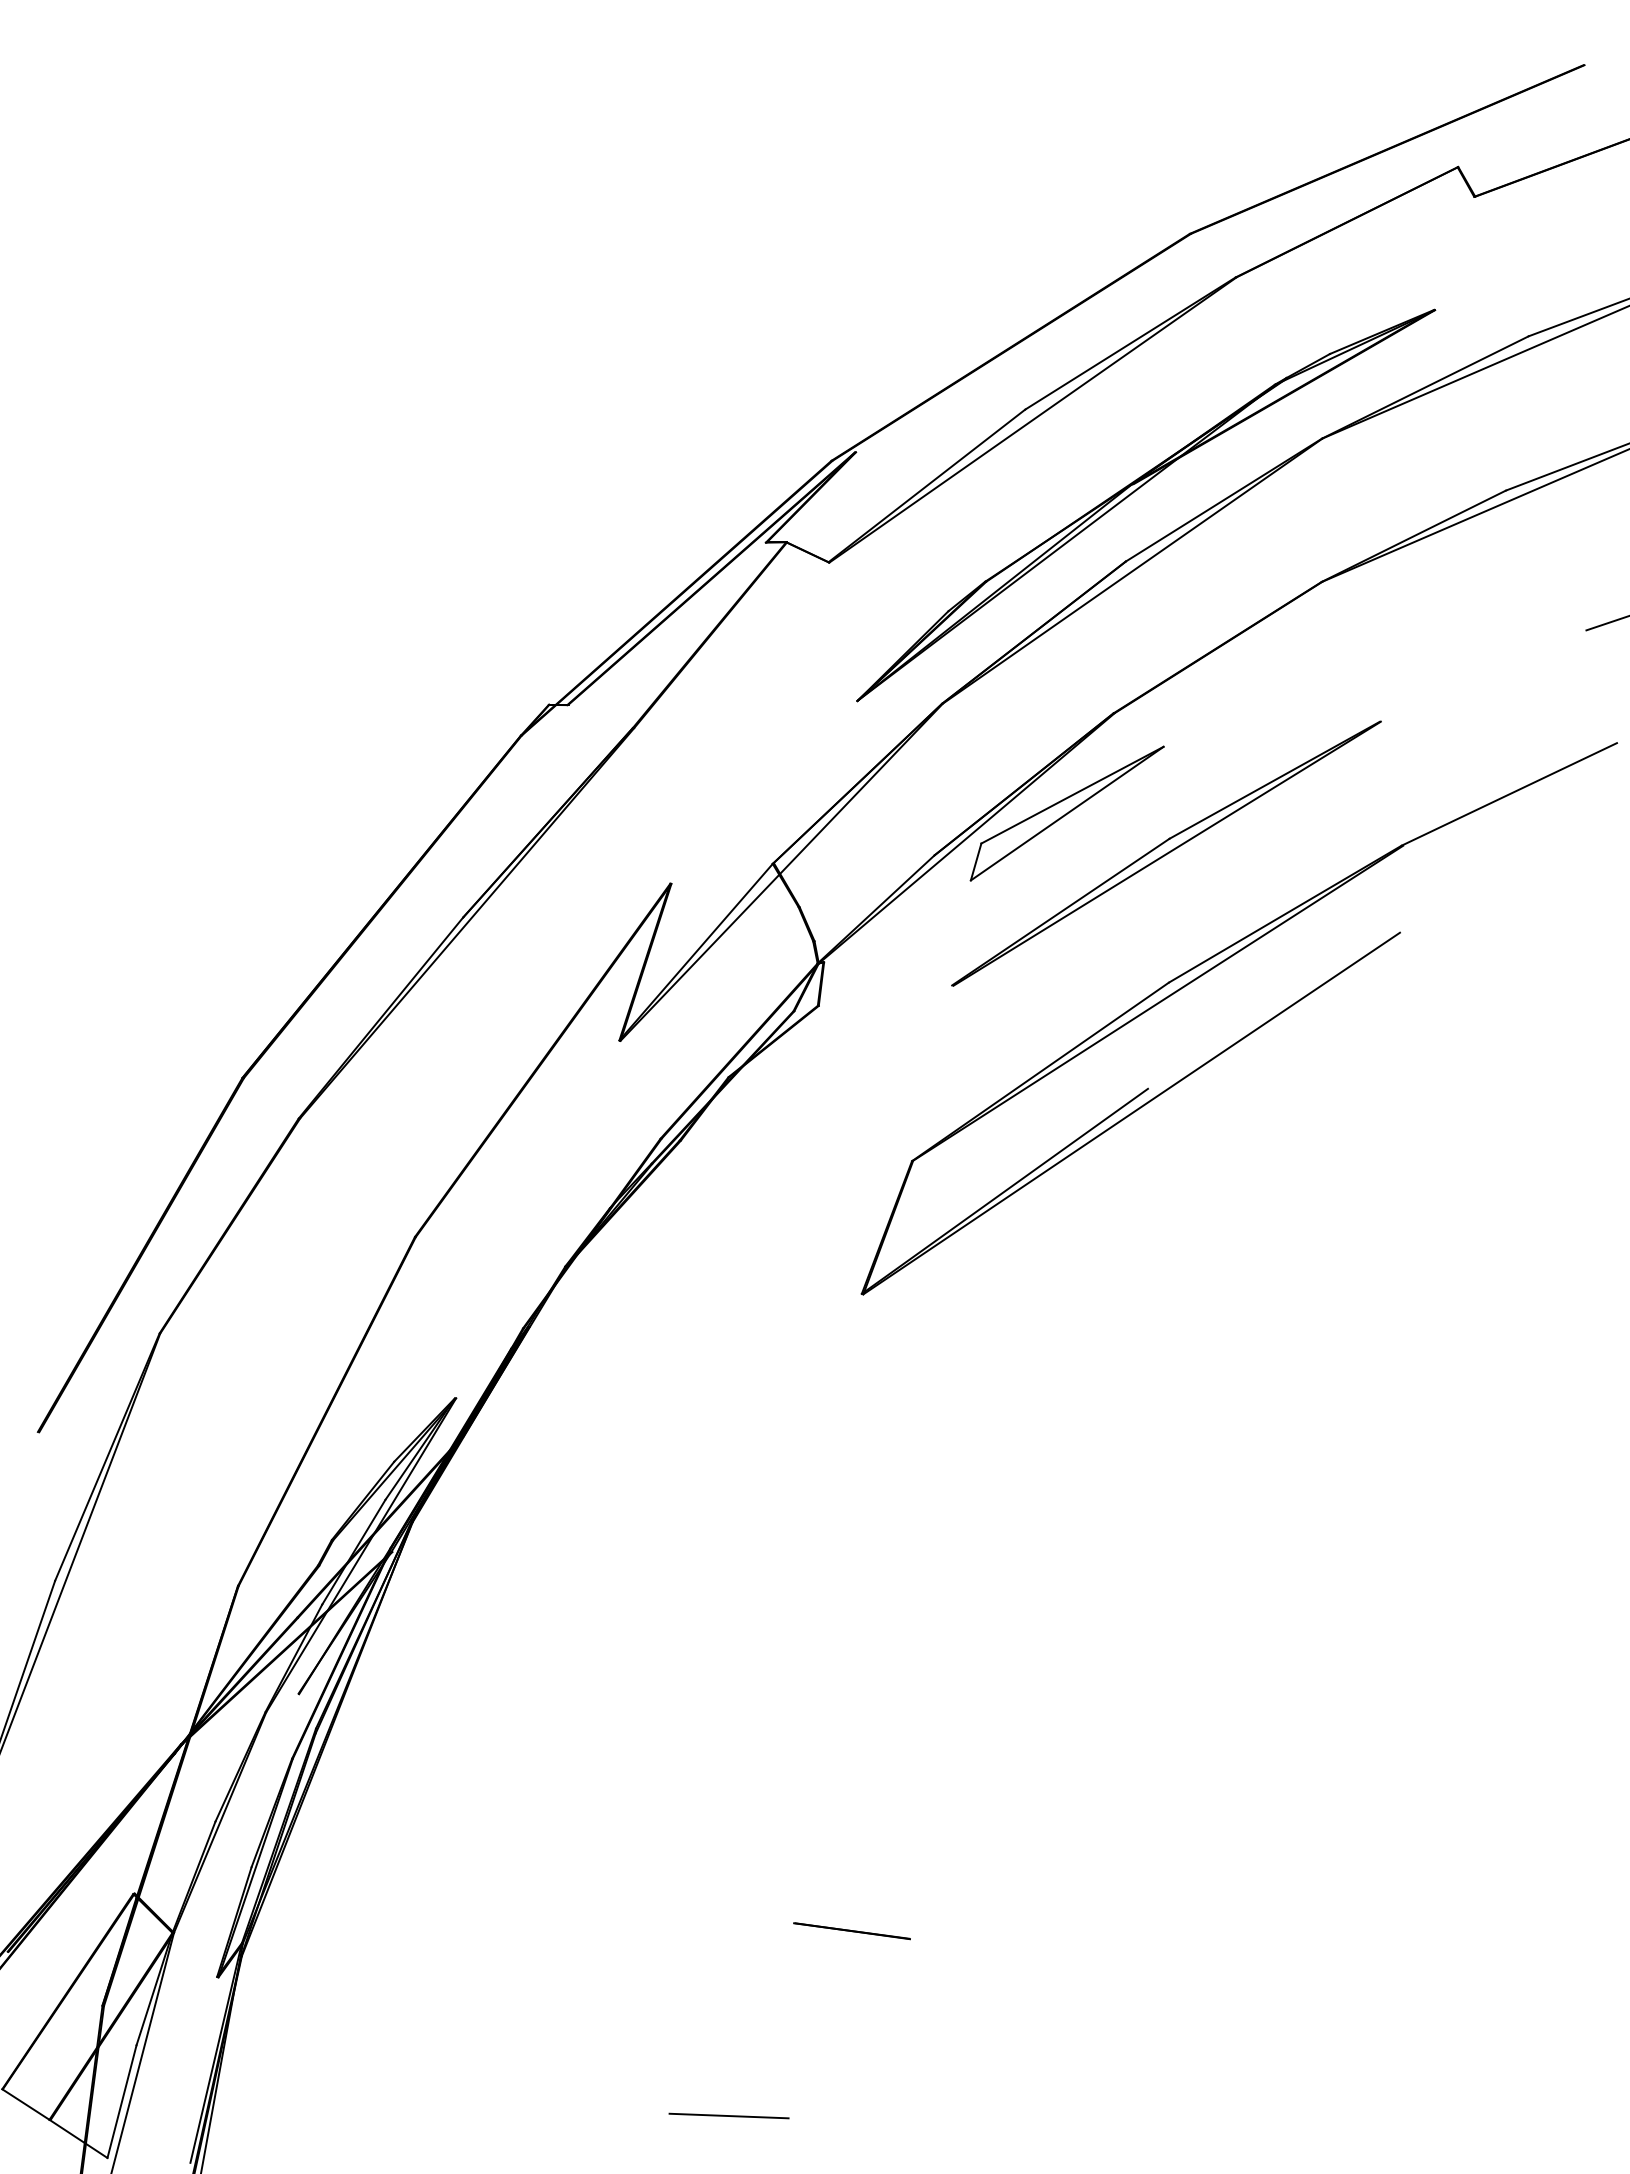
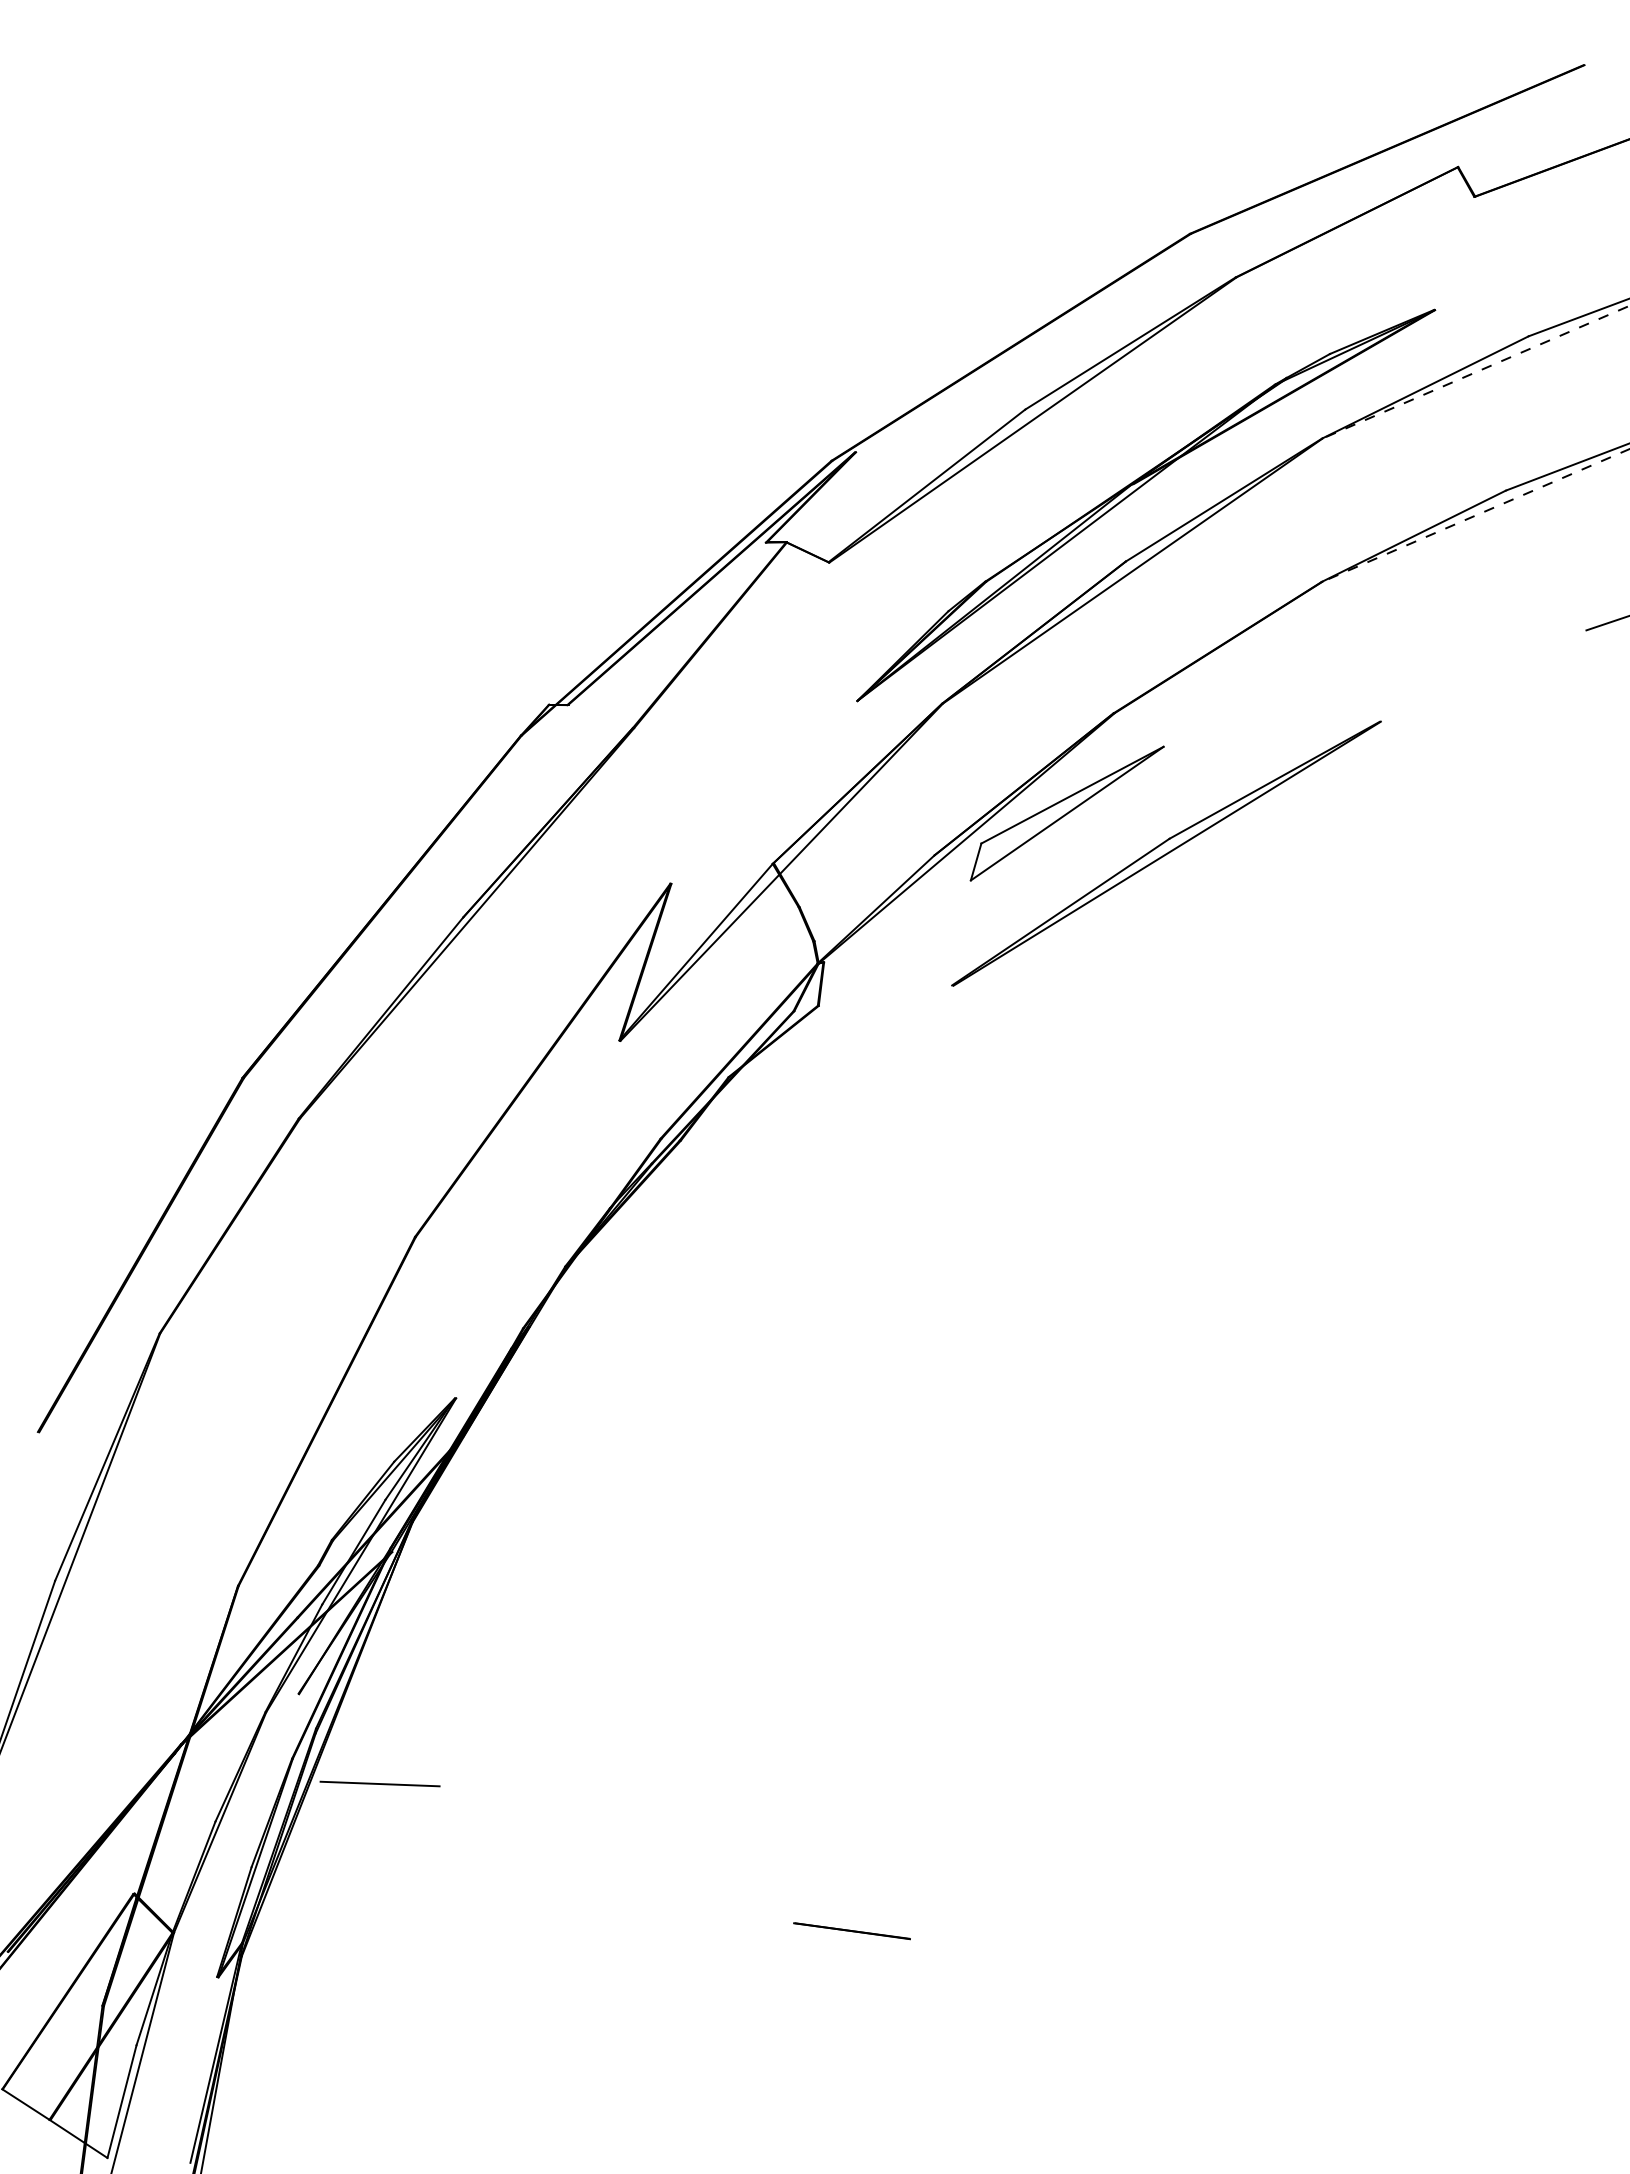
line at (1475, 372): solid -> dashed
line at (1475, 515): solid -> dashed
part at (1248, 1033): present -> none
line at (728, 2115) position: (728, 2115) -> (379, 1783)
